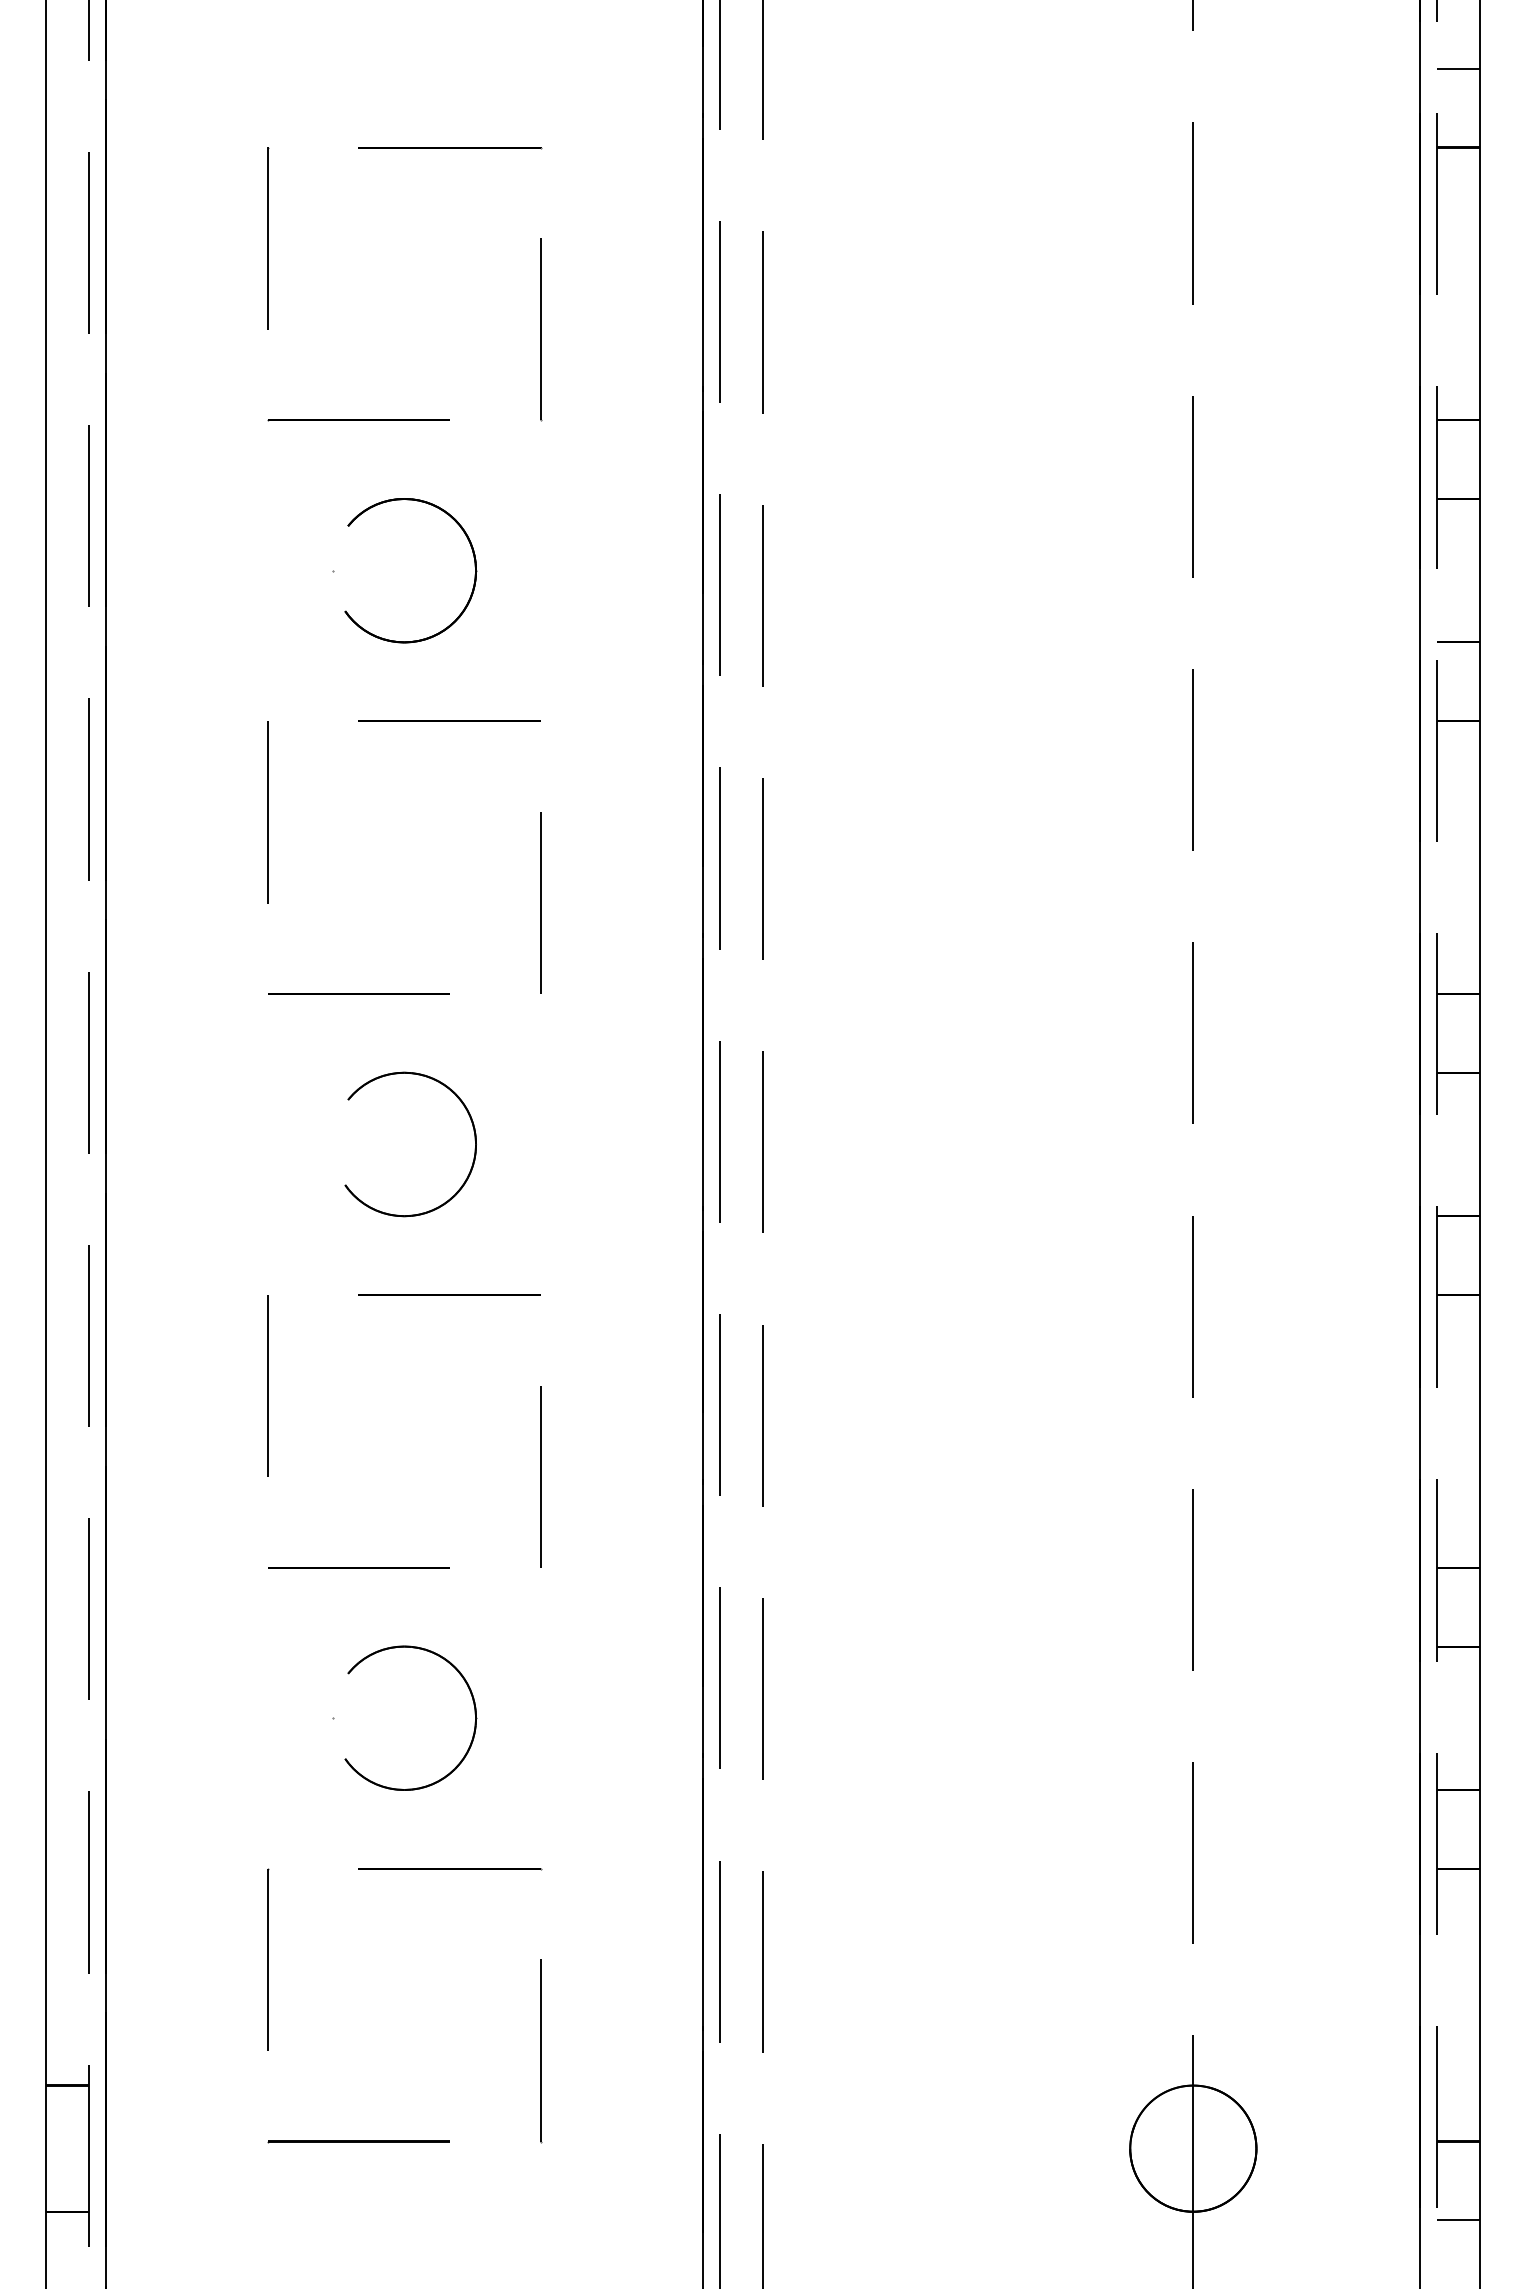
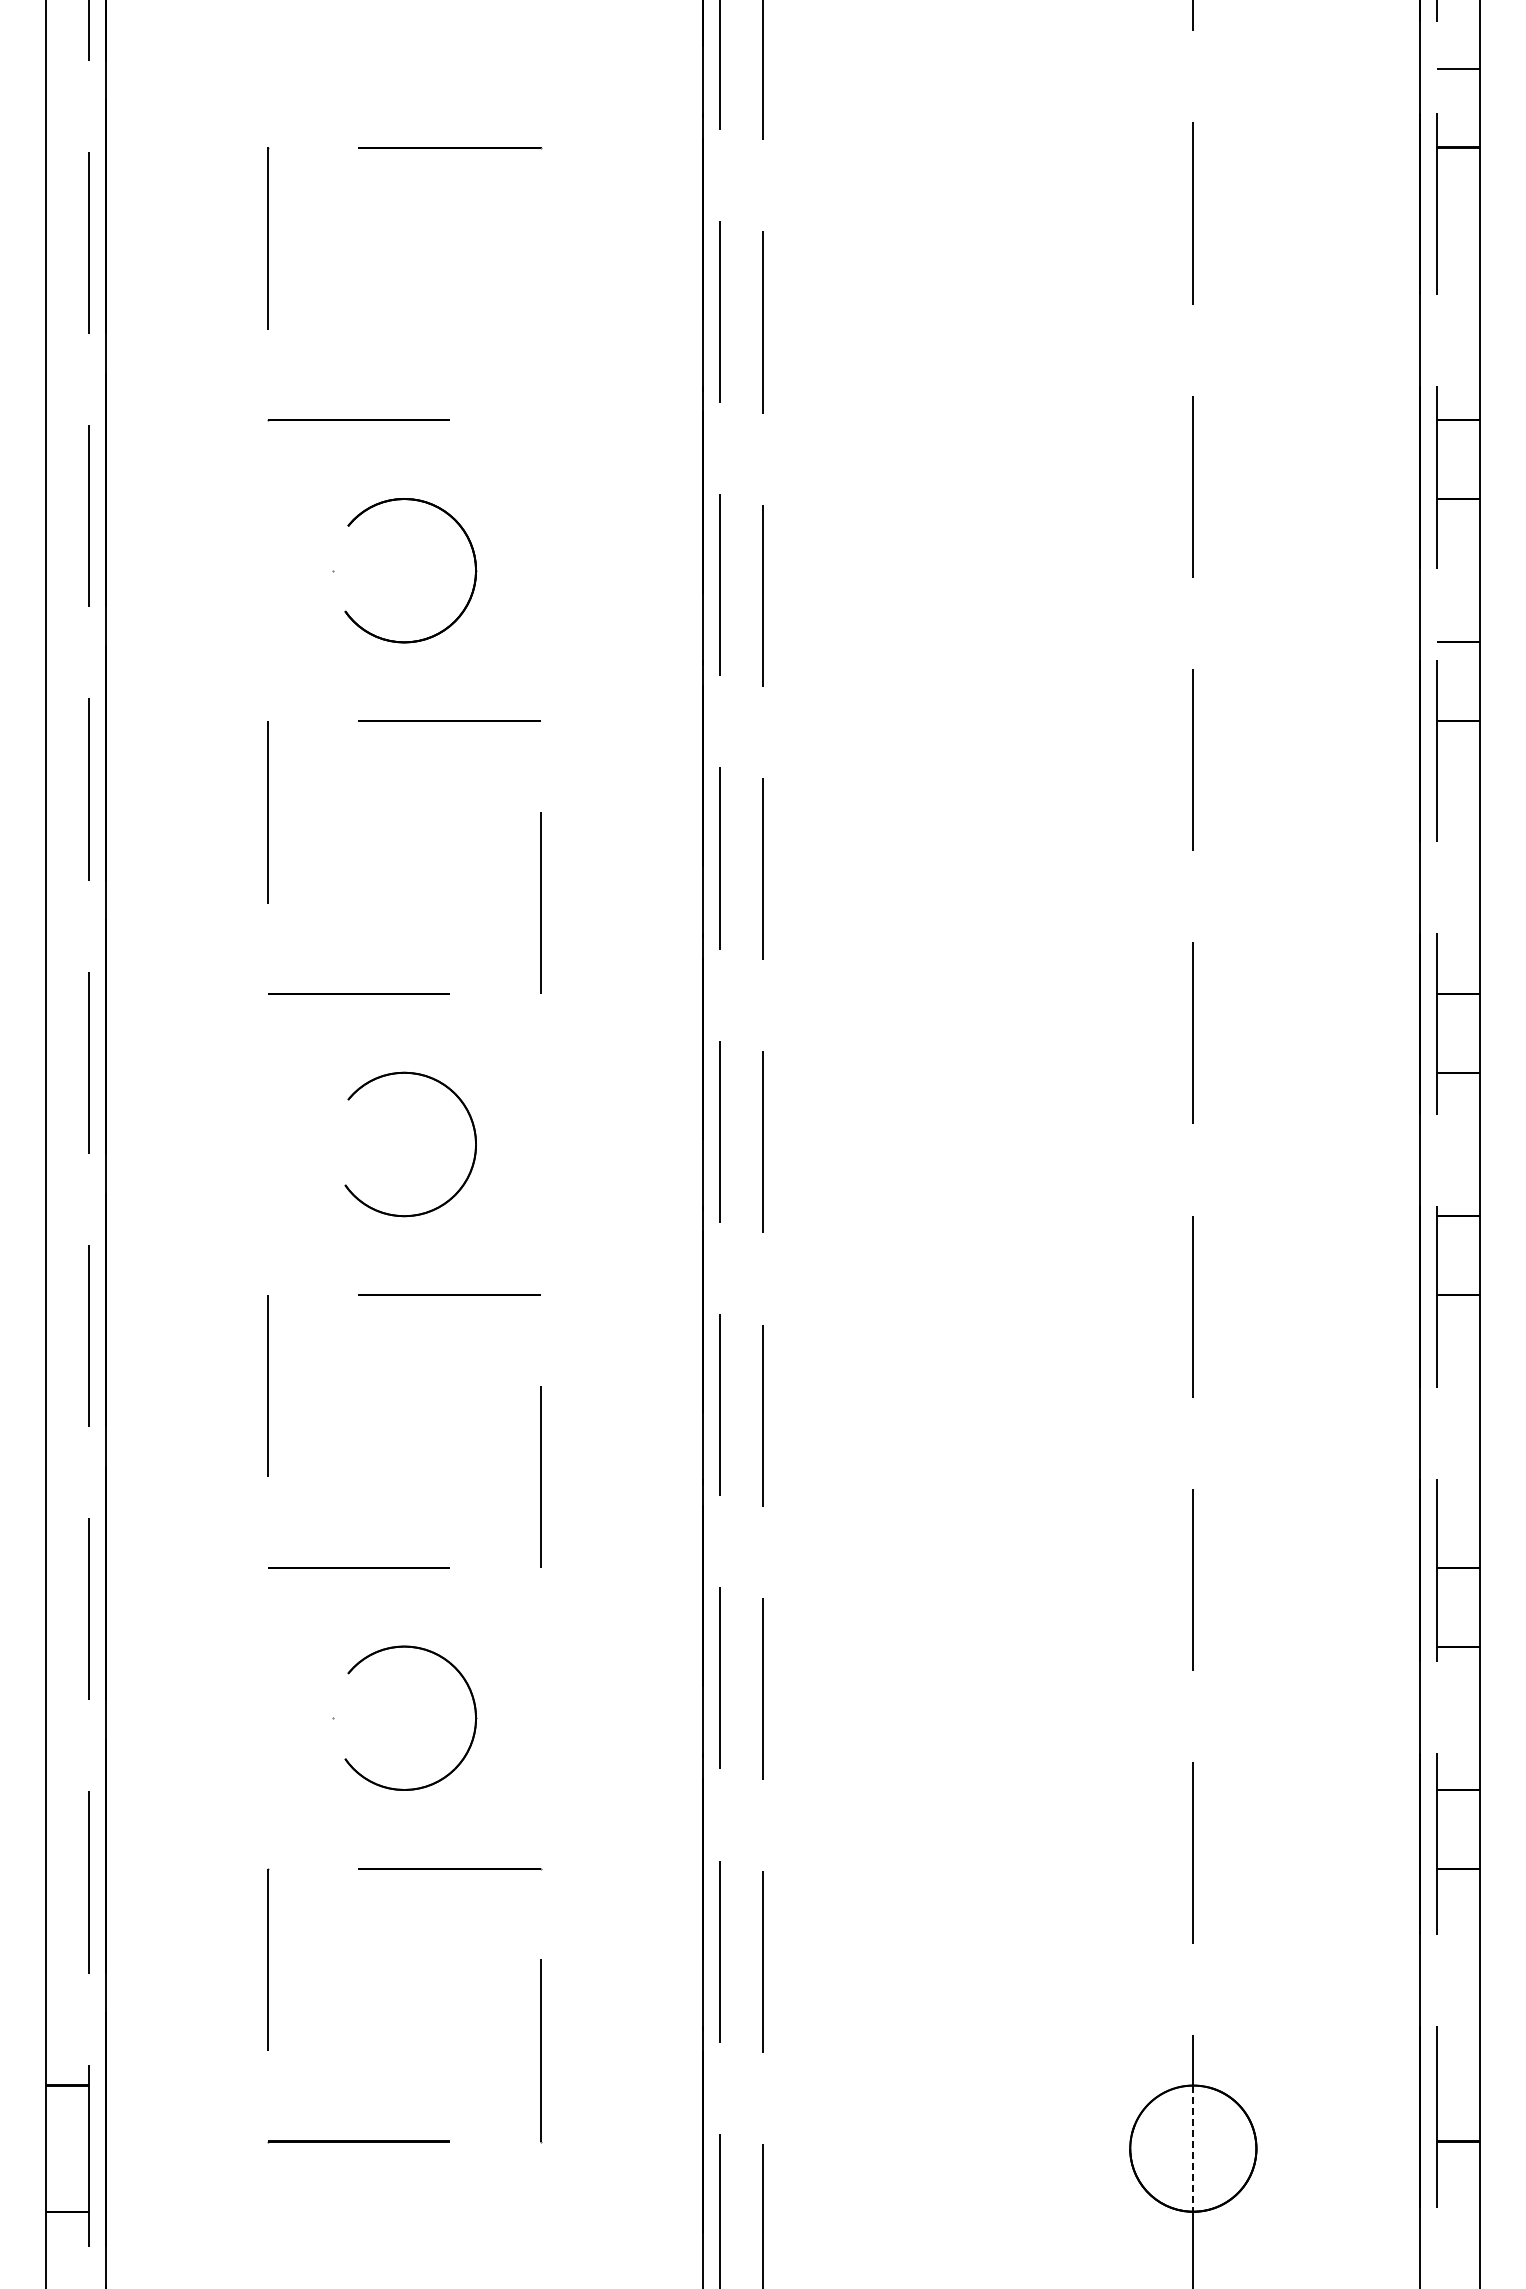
line at (541, 329): present -> none
line at (1193, 2149): solid -> dashed
line at (1458, 2220): present -> none
